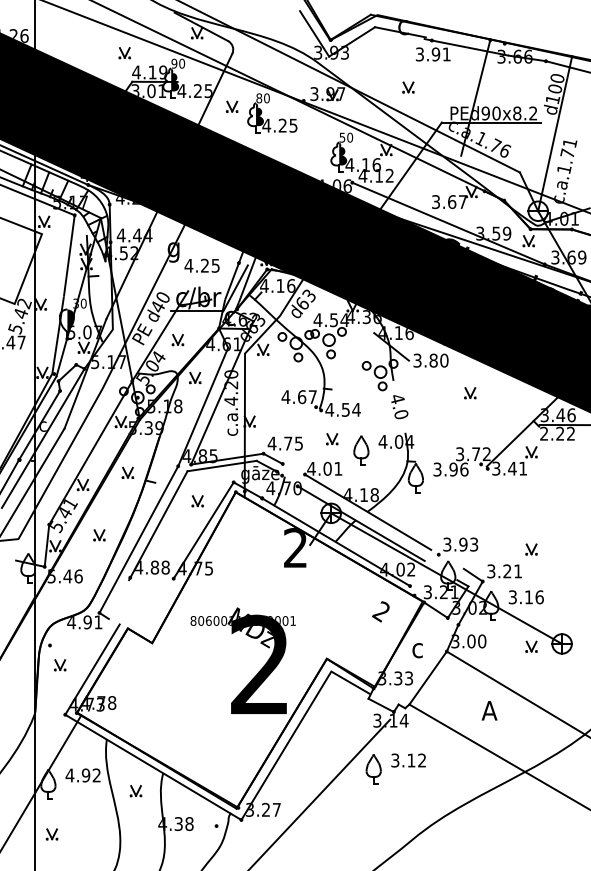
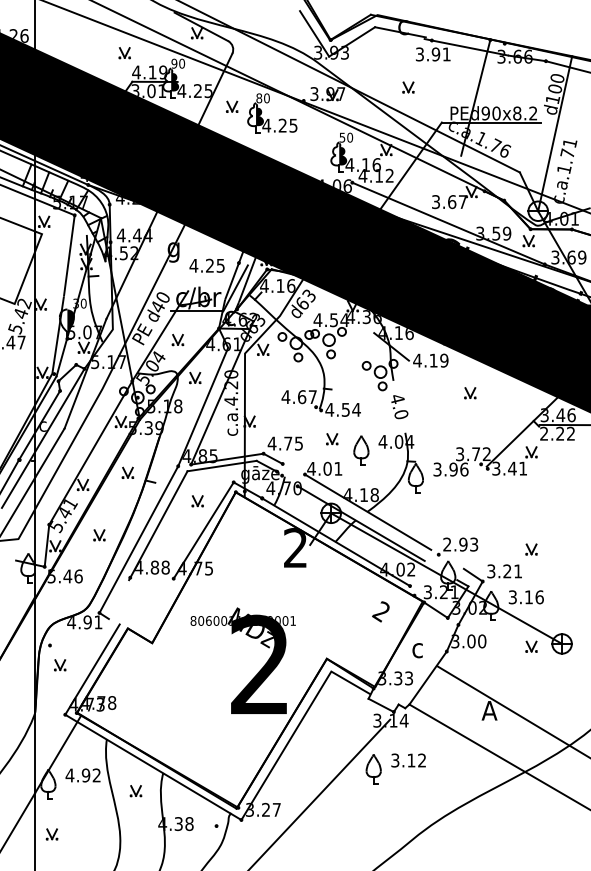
text at (201, 265) position: (201, 265) -> (206, 265)
text at (430, 360): 3.80 -> 4.19
text at (447, 544): 3.93 -> 2.93
line at (516, 693) position: (516, 693) -> (512, 711)
